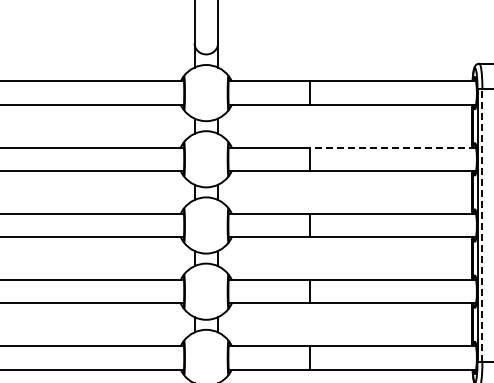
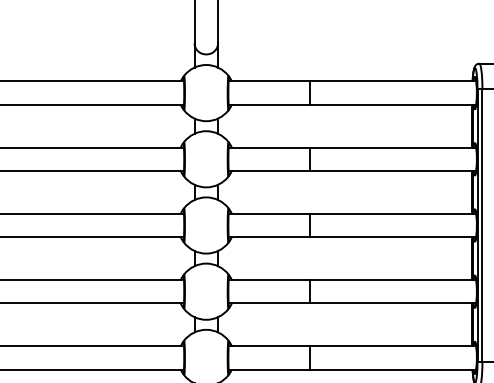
line at (392, 147): dashed -> solid
line at (482, 225): dashed -> solid
